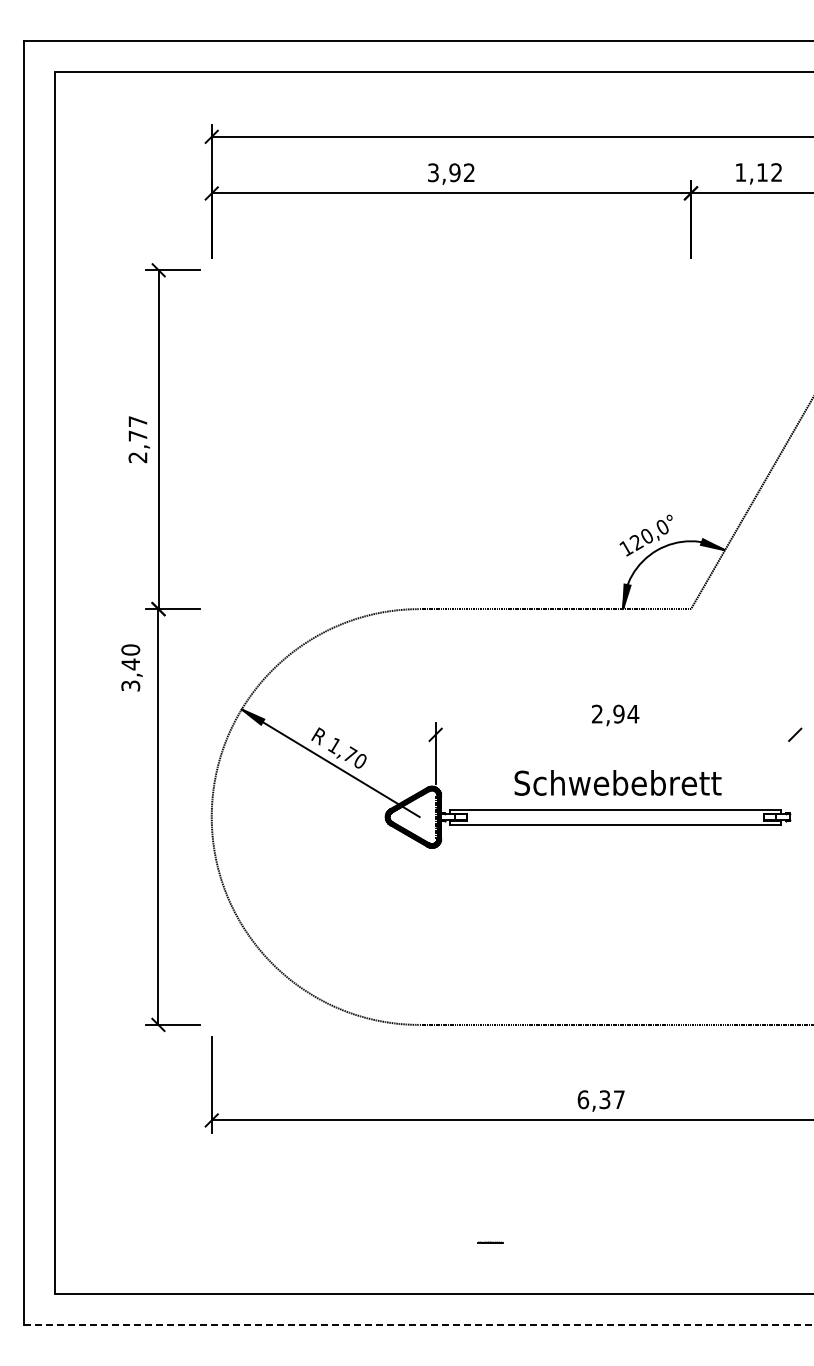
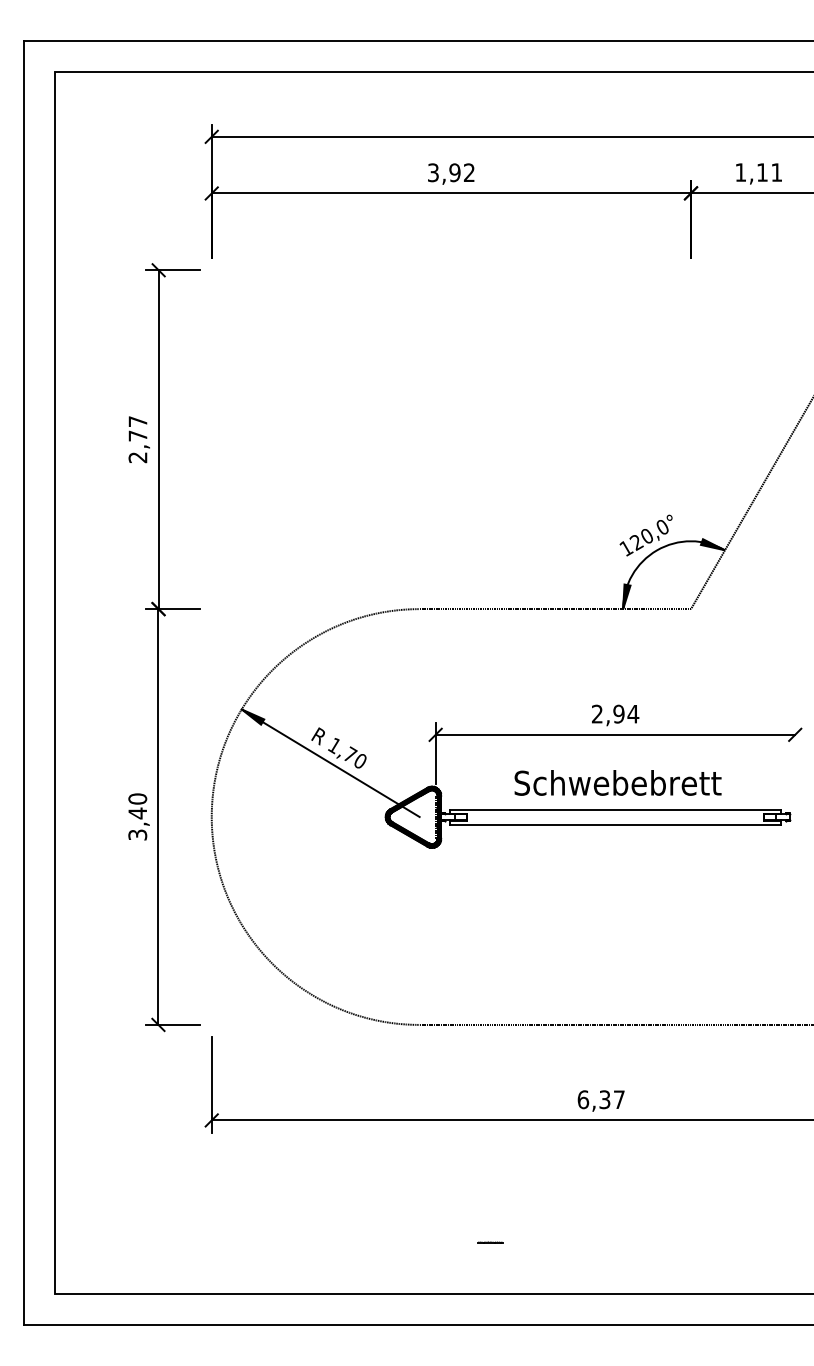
text at (776, 172): 1,12 -> 1,11
text at (131, 667) position: (131, 667) -> (138, 816)
line at (615, 734): none -> present
line at (419, 1325): dashed -> solid
